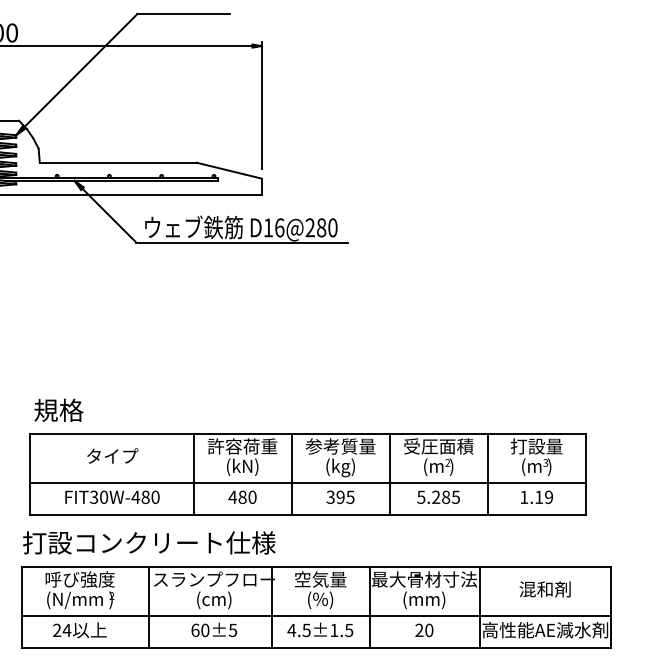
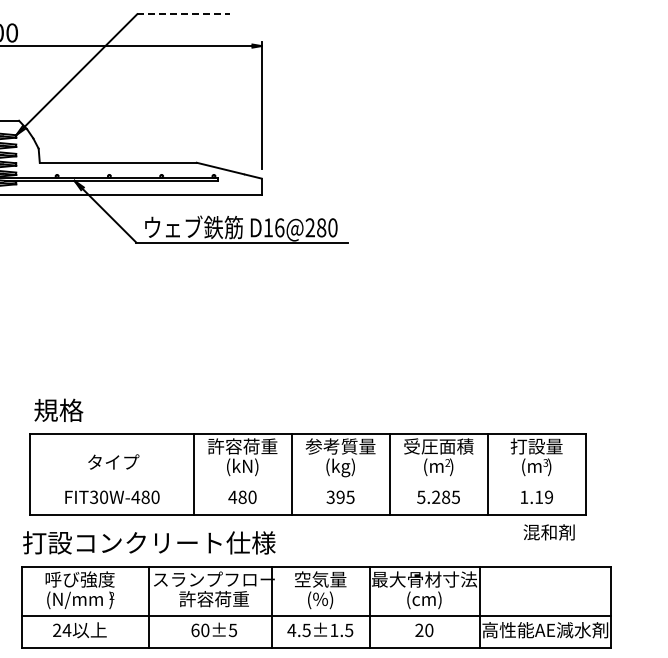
line at (184, 14): solid -> dashed
text at (112, 455) position: (112, 455) -> (113, 461)
line at (307, 482): present -> none
text at (544, 589) position: (544, 589) -> (548, 532)
text at (213, 600): (cm) -> 許容荷重
text at (424, 600): (mm) -> (cm)
